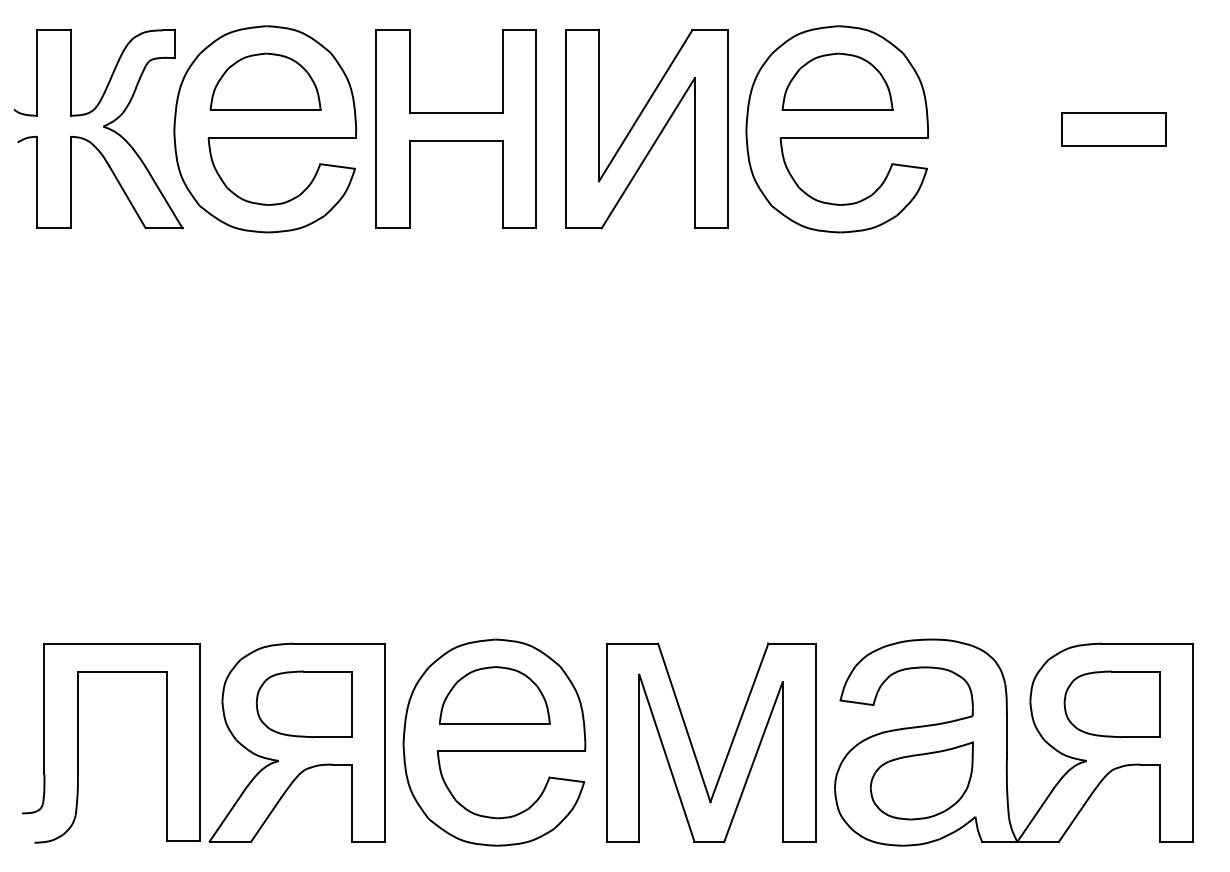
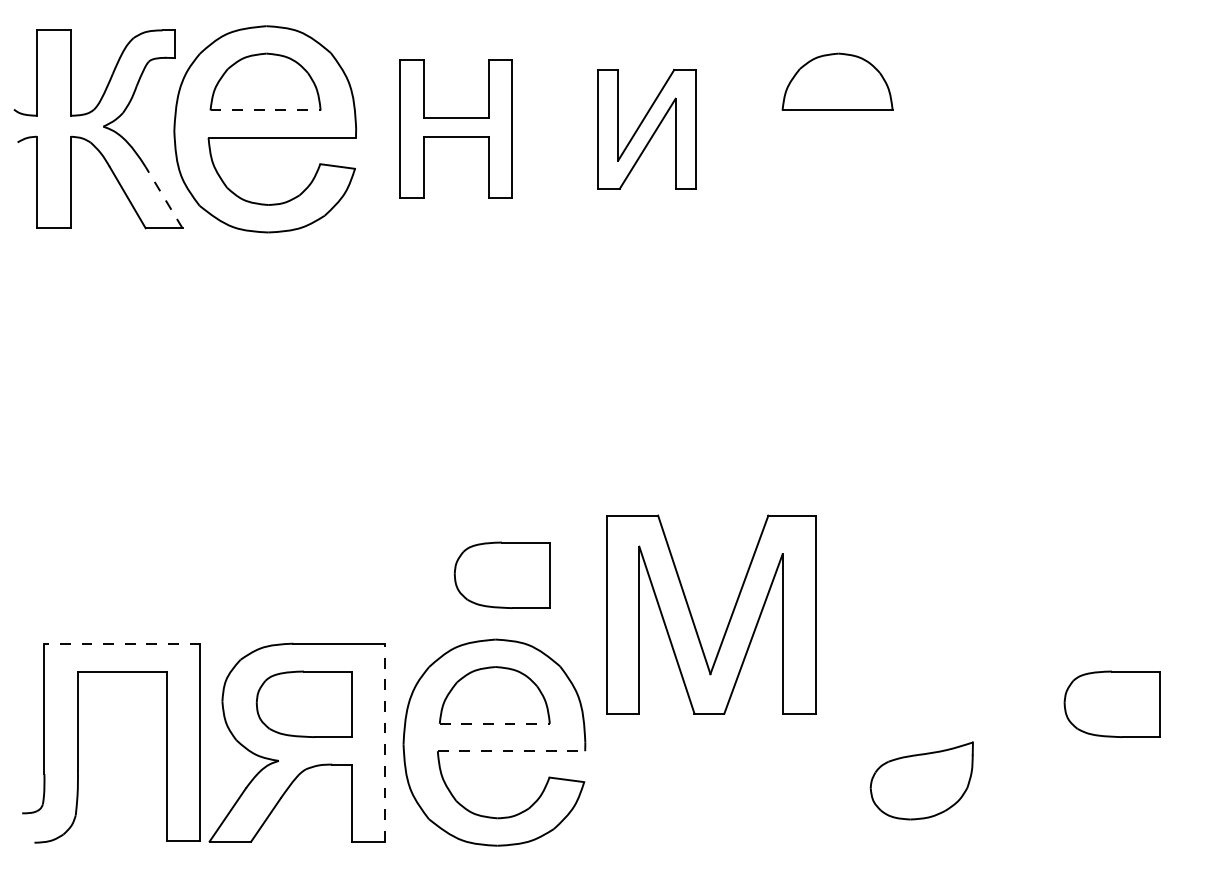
line at (266, 110): solid -> dashed
part at (455, 128) size: 162x200 px -> 114x140 px
part at (646, 129) size: 164x201 px -> 100x121 px
part at (836, 129): present -> none
part at (1113, 129): present -> none
line at (164, 197): solid -> dashed
part at (501, 574): none -> present
line at (122, 643): solid -> dashed
line at (495, 723): solid -> dashed
line at (385, 742): solid -> dashed
part at (1013, 742): present -> none
part at (728, 749) position: (728, 749) -> (728, 621)
line at (511, 751): solid -> dashed
